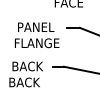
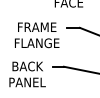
text at (37, 26): PANEL -> FRAME
text at (27, 82): BACK -> PANEL
